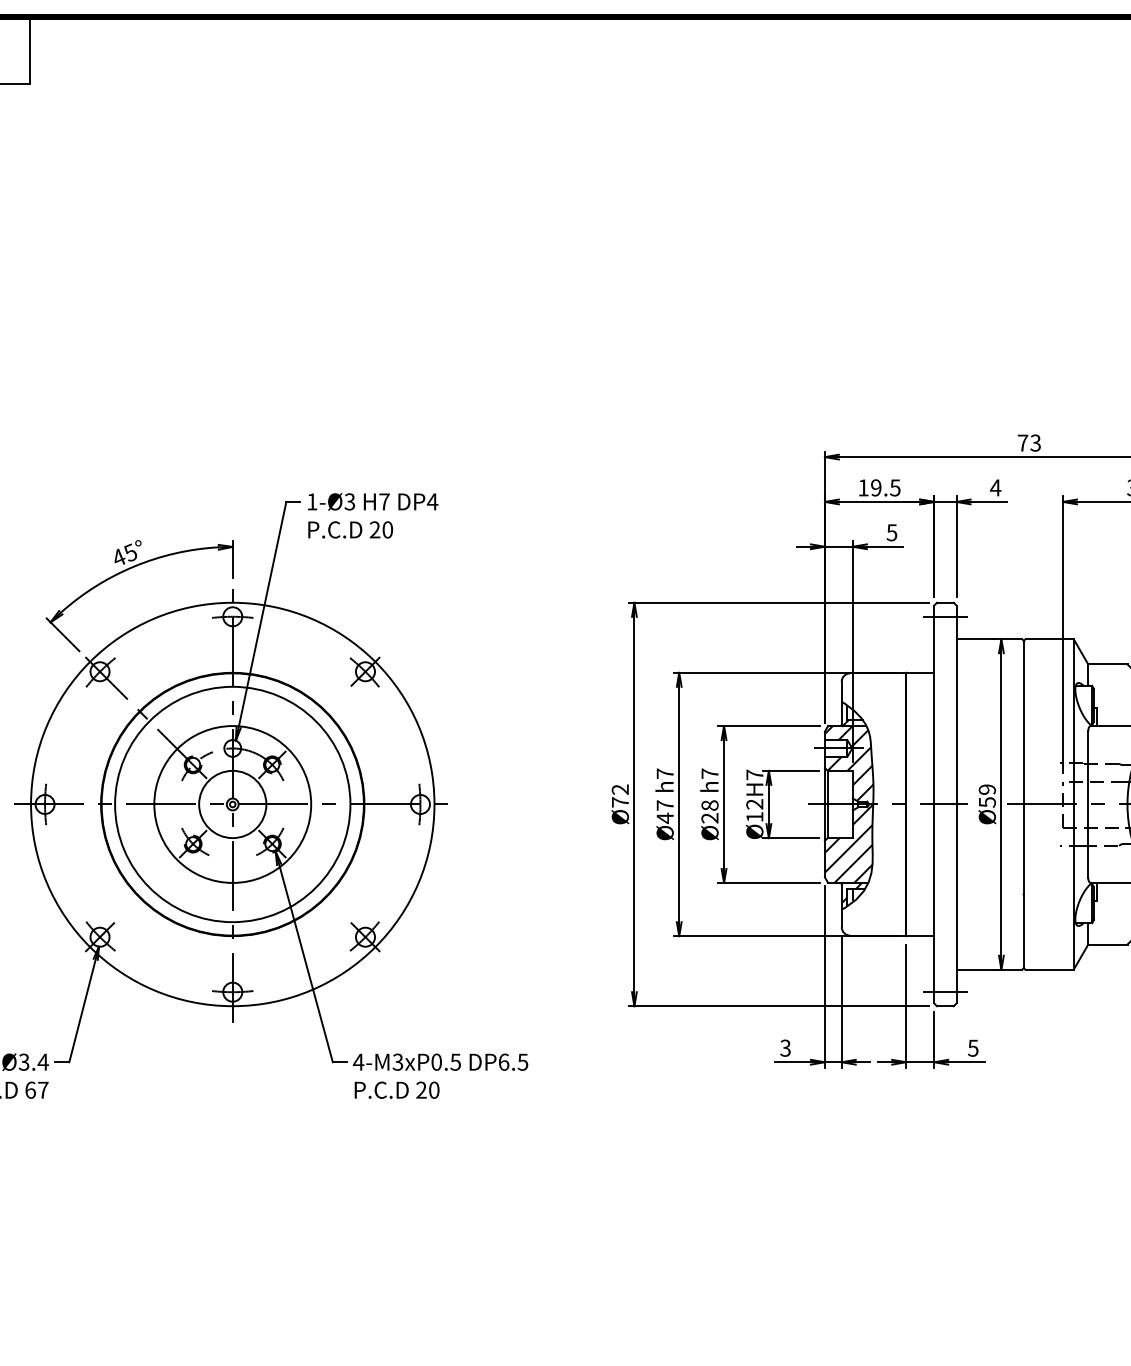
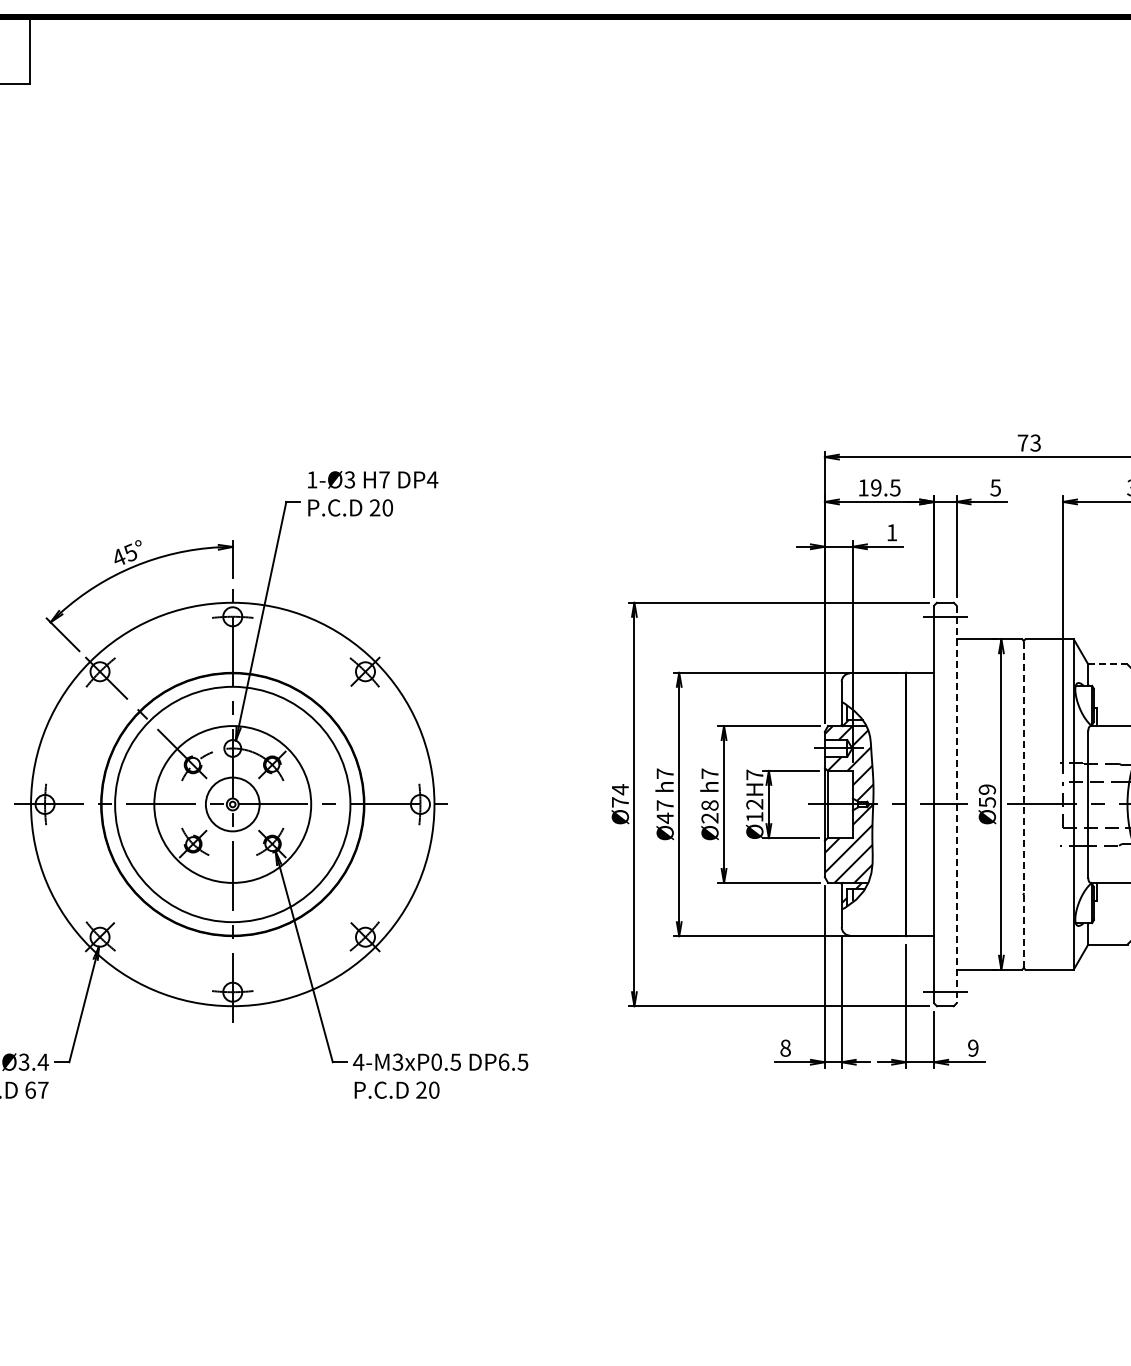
text at (995, 487): 4 -> 5
text at (373, 515) position: (373, 515) -> (373, 493)
text at (891, 532): 5 -> 1
line at (1107, 664): solid -> dashed
text at (619, 789): Ø72 -> Ø74
circle at (232, 804) diameter: 67 px -> 54 px
line at (956, 804): solid -> dashed
line at (1023, 804): solid -> dashed
text at (785, 1047): 3 -> 8
text at (972, 1047): 5 -> 9
